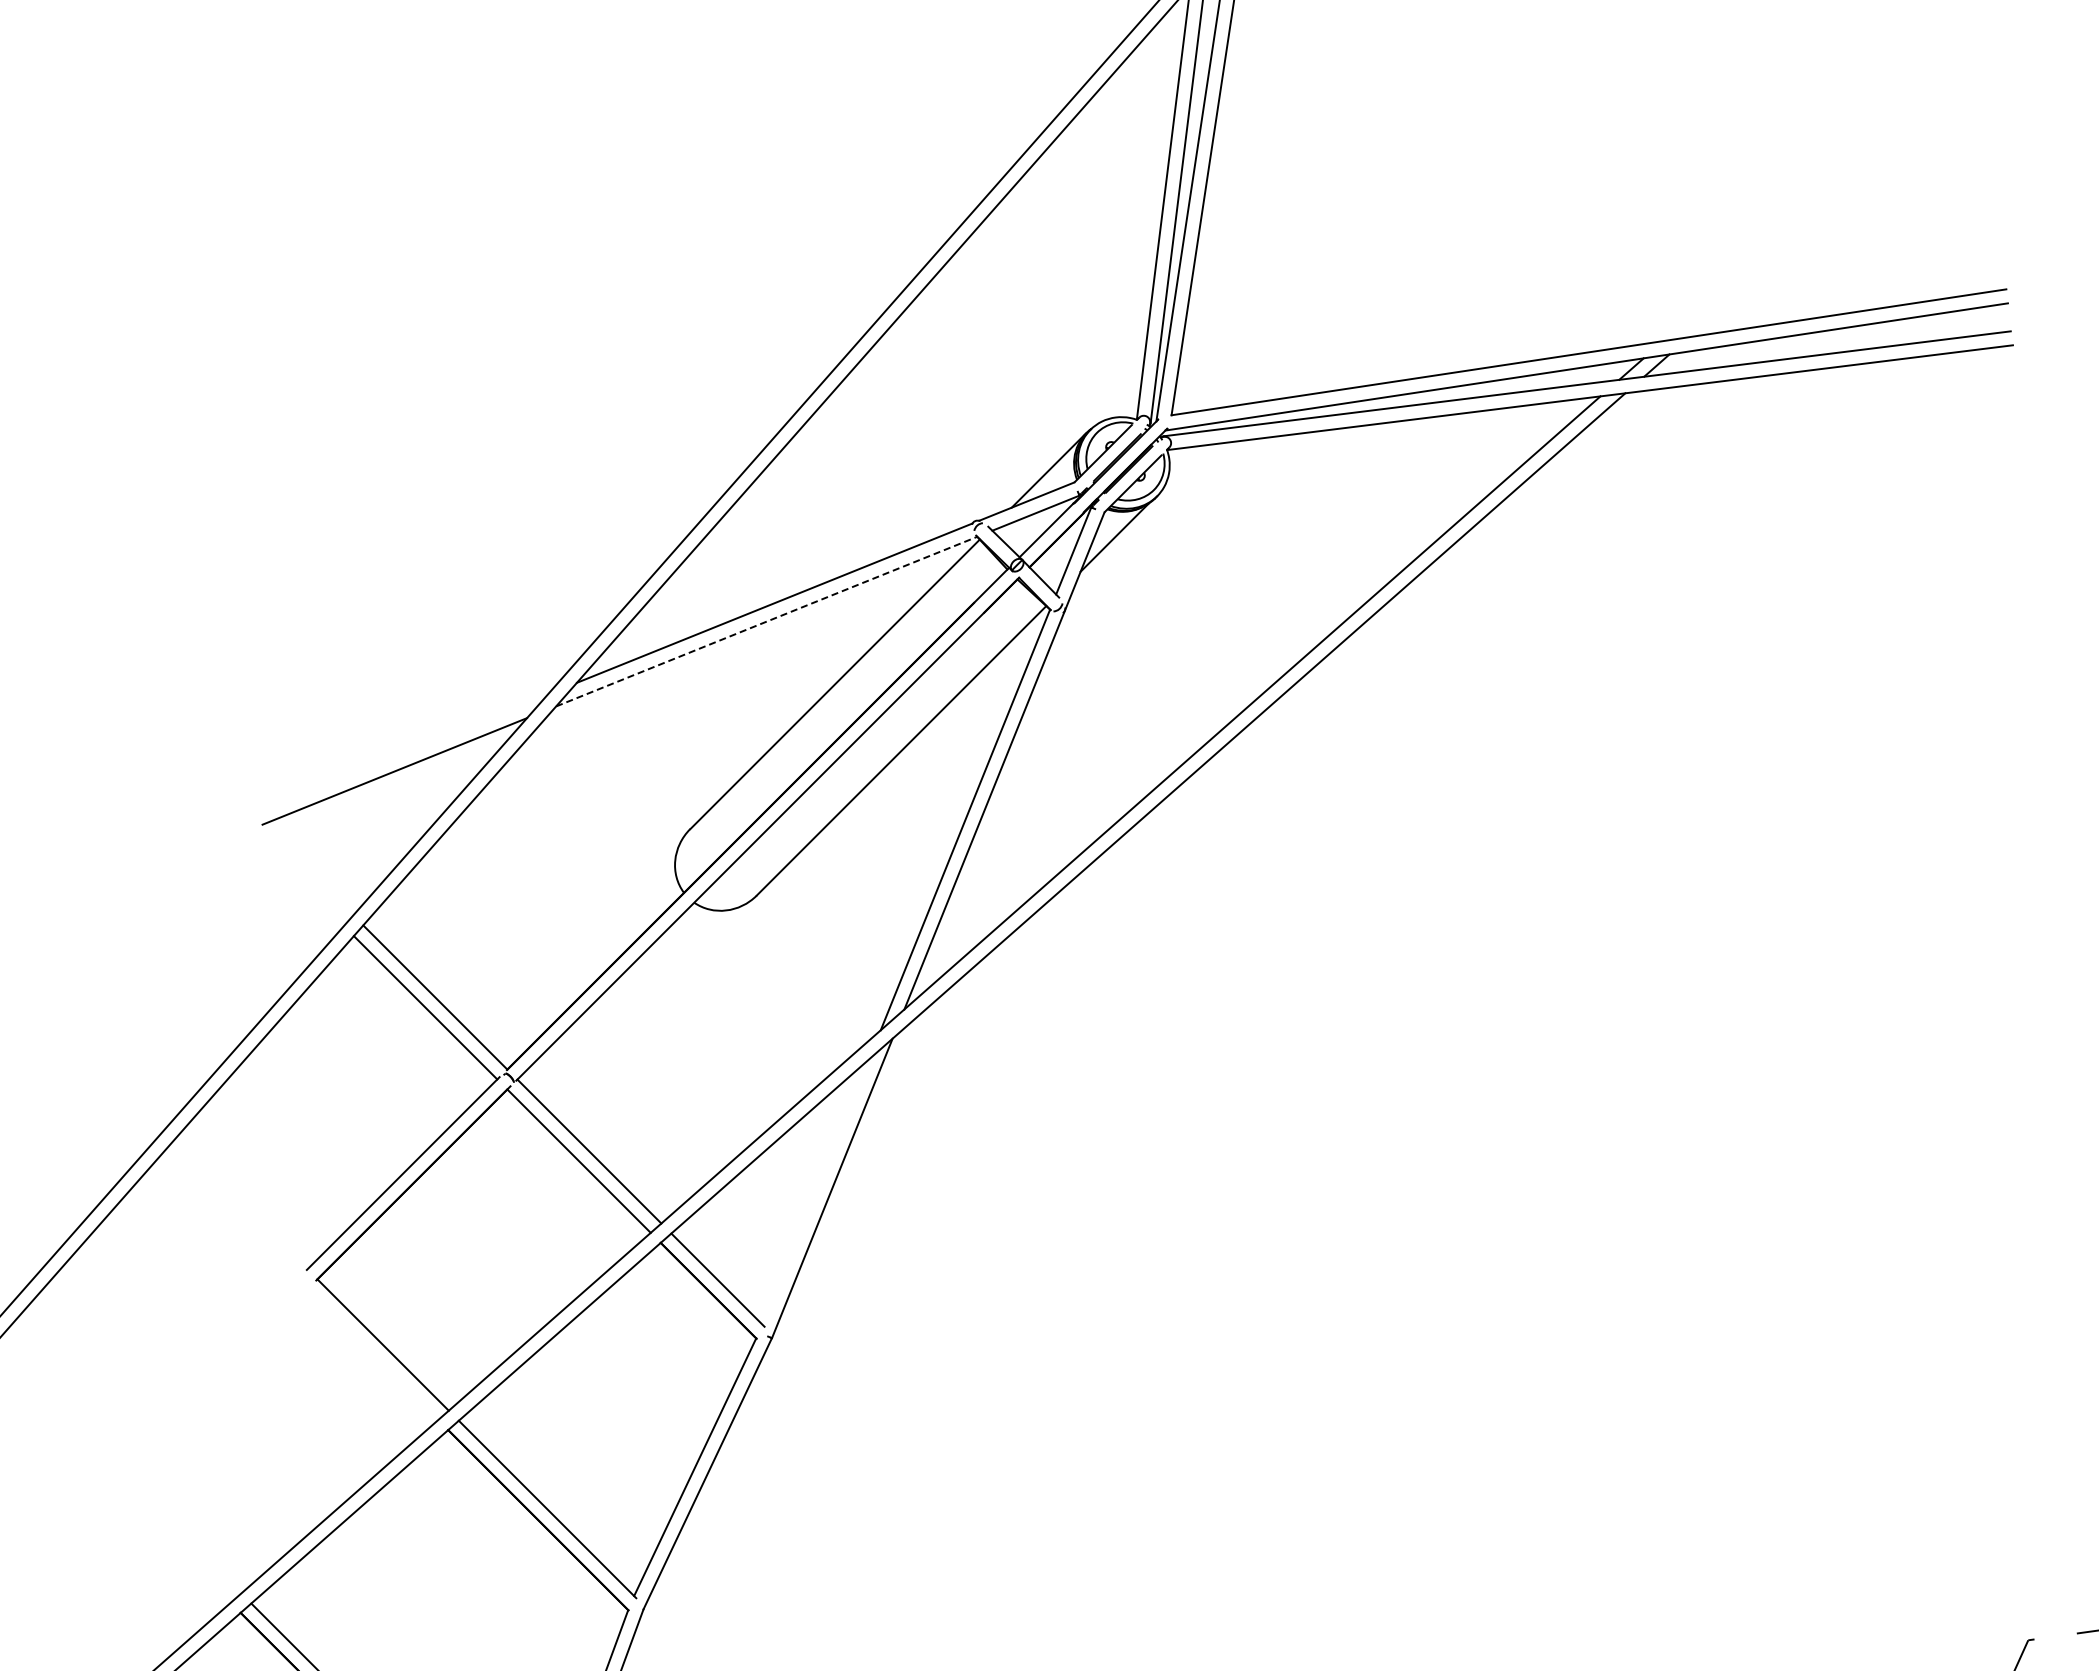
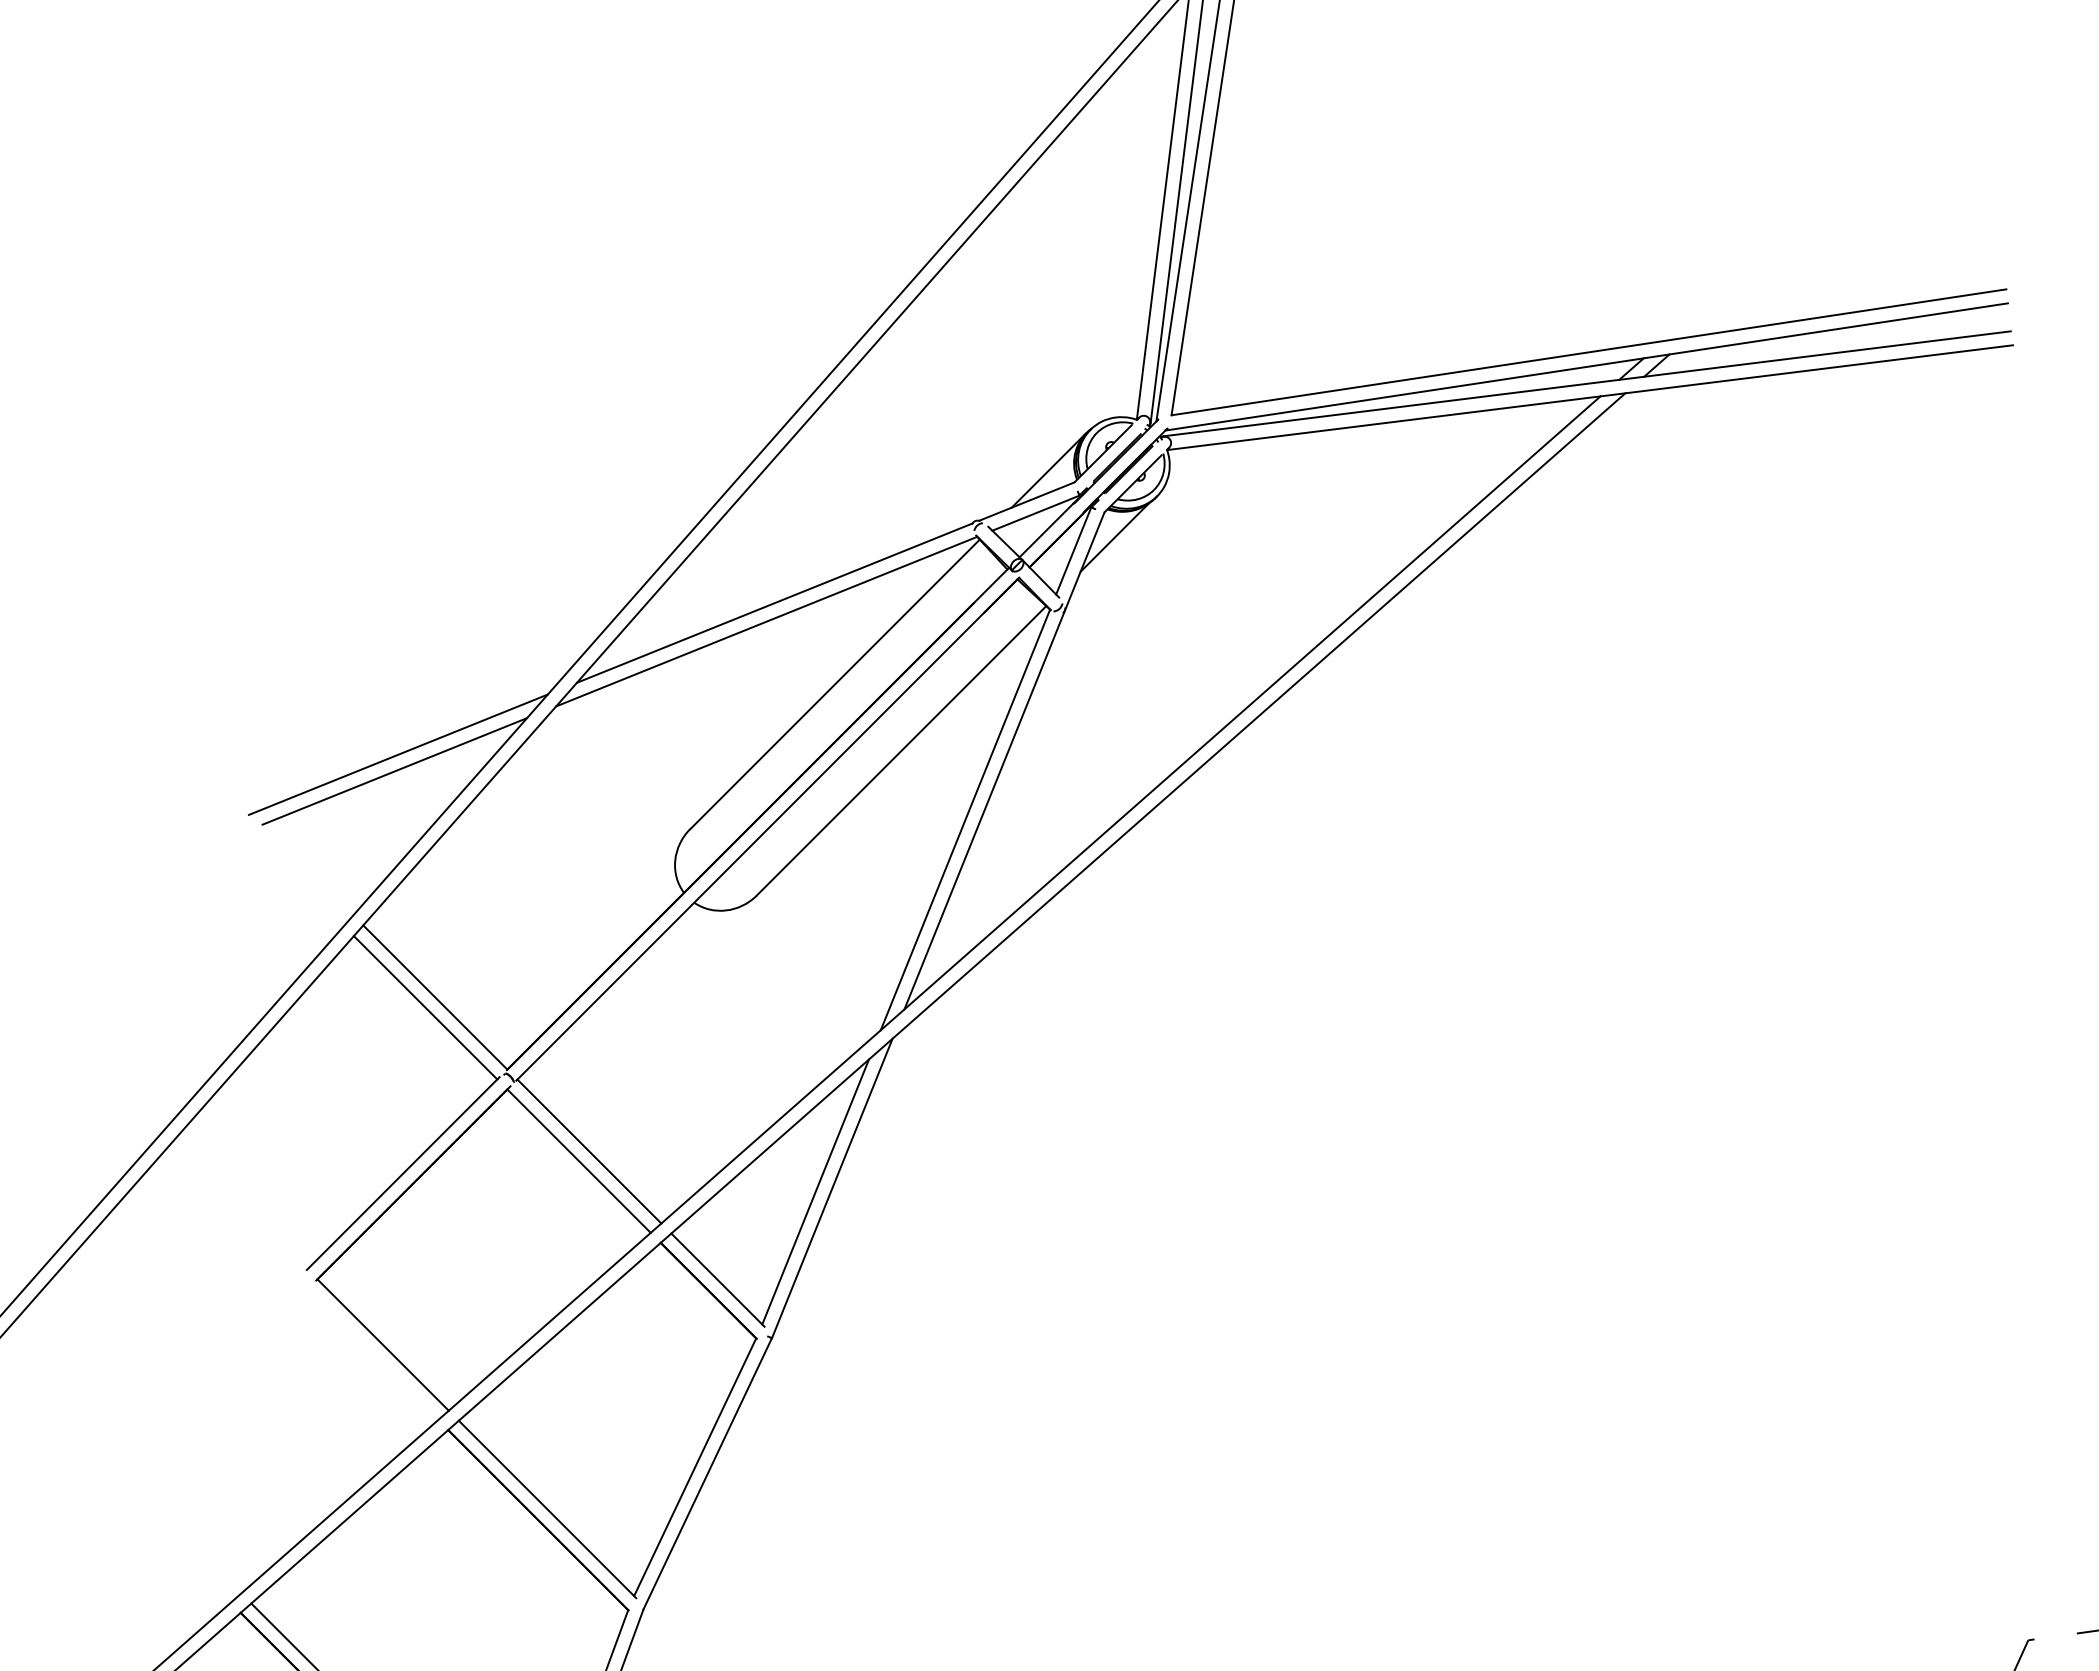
line at (766, 621): dashed -> solid
line at (397, 754): none -> present
line at (815, 1191): none -> present
